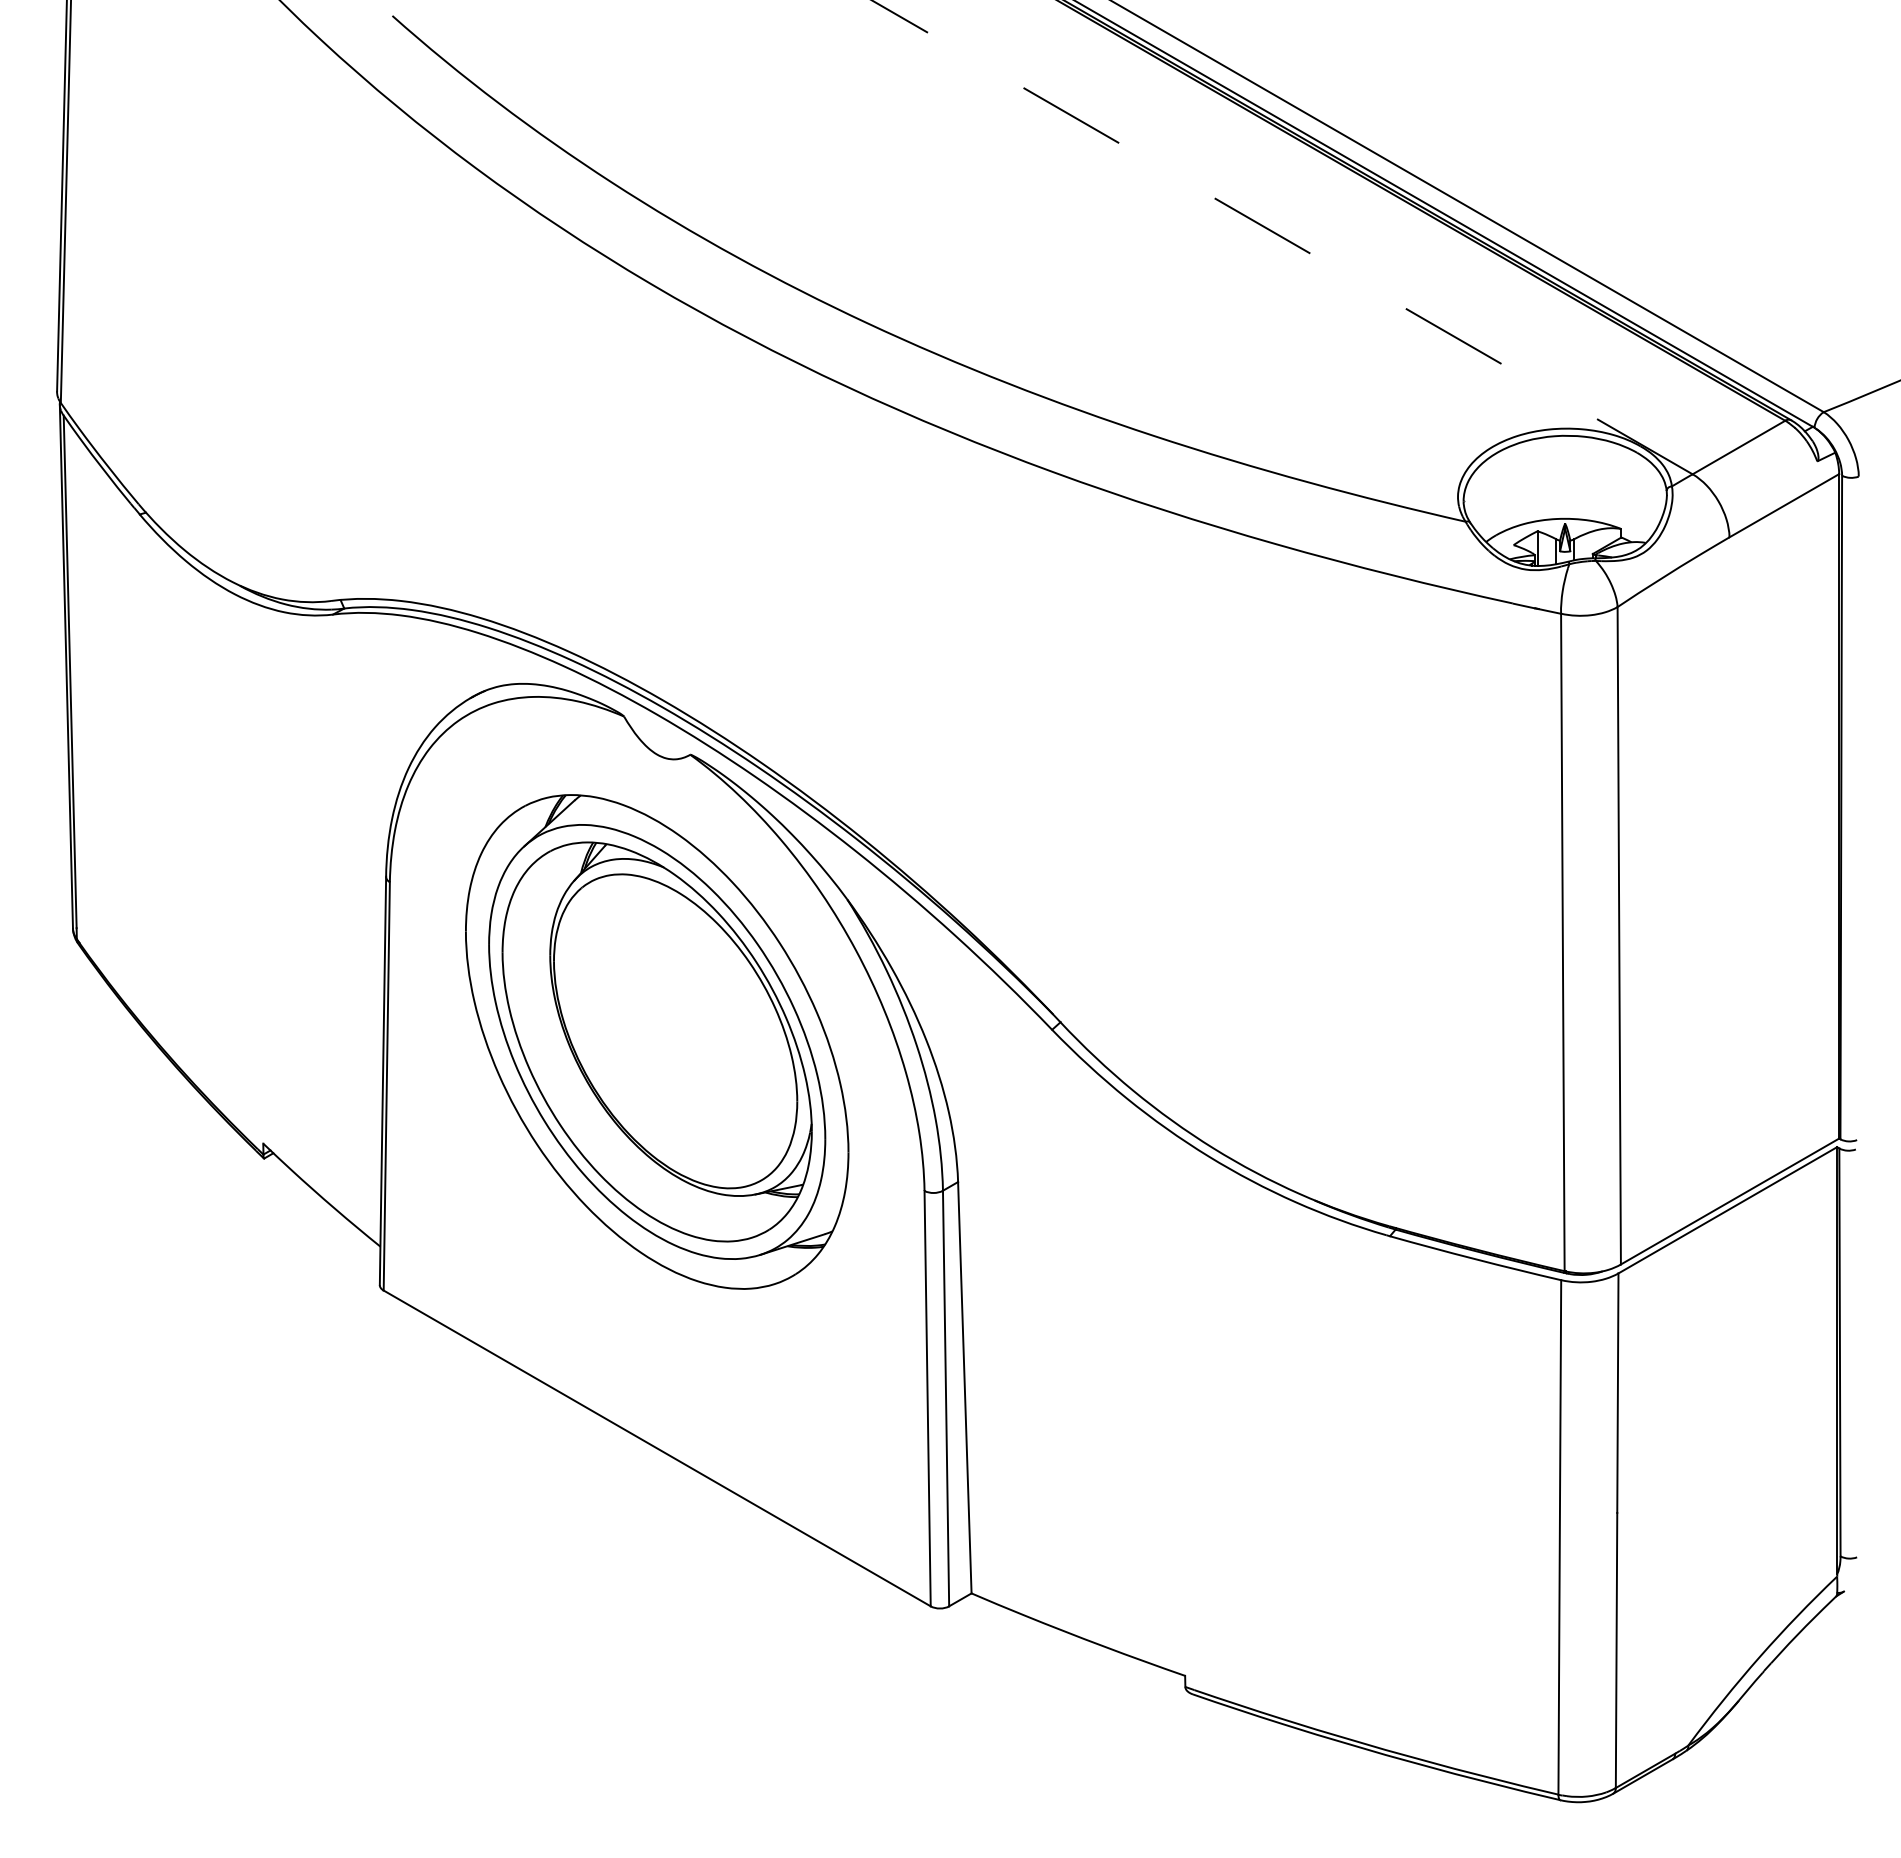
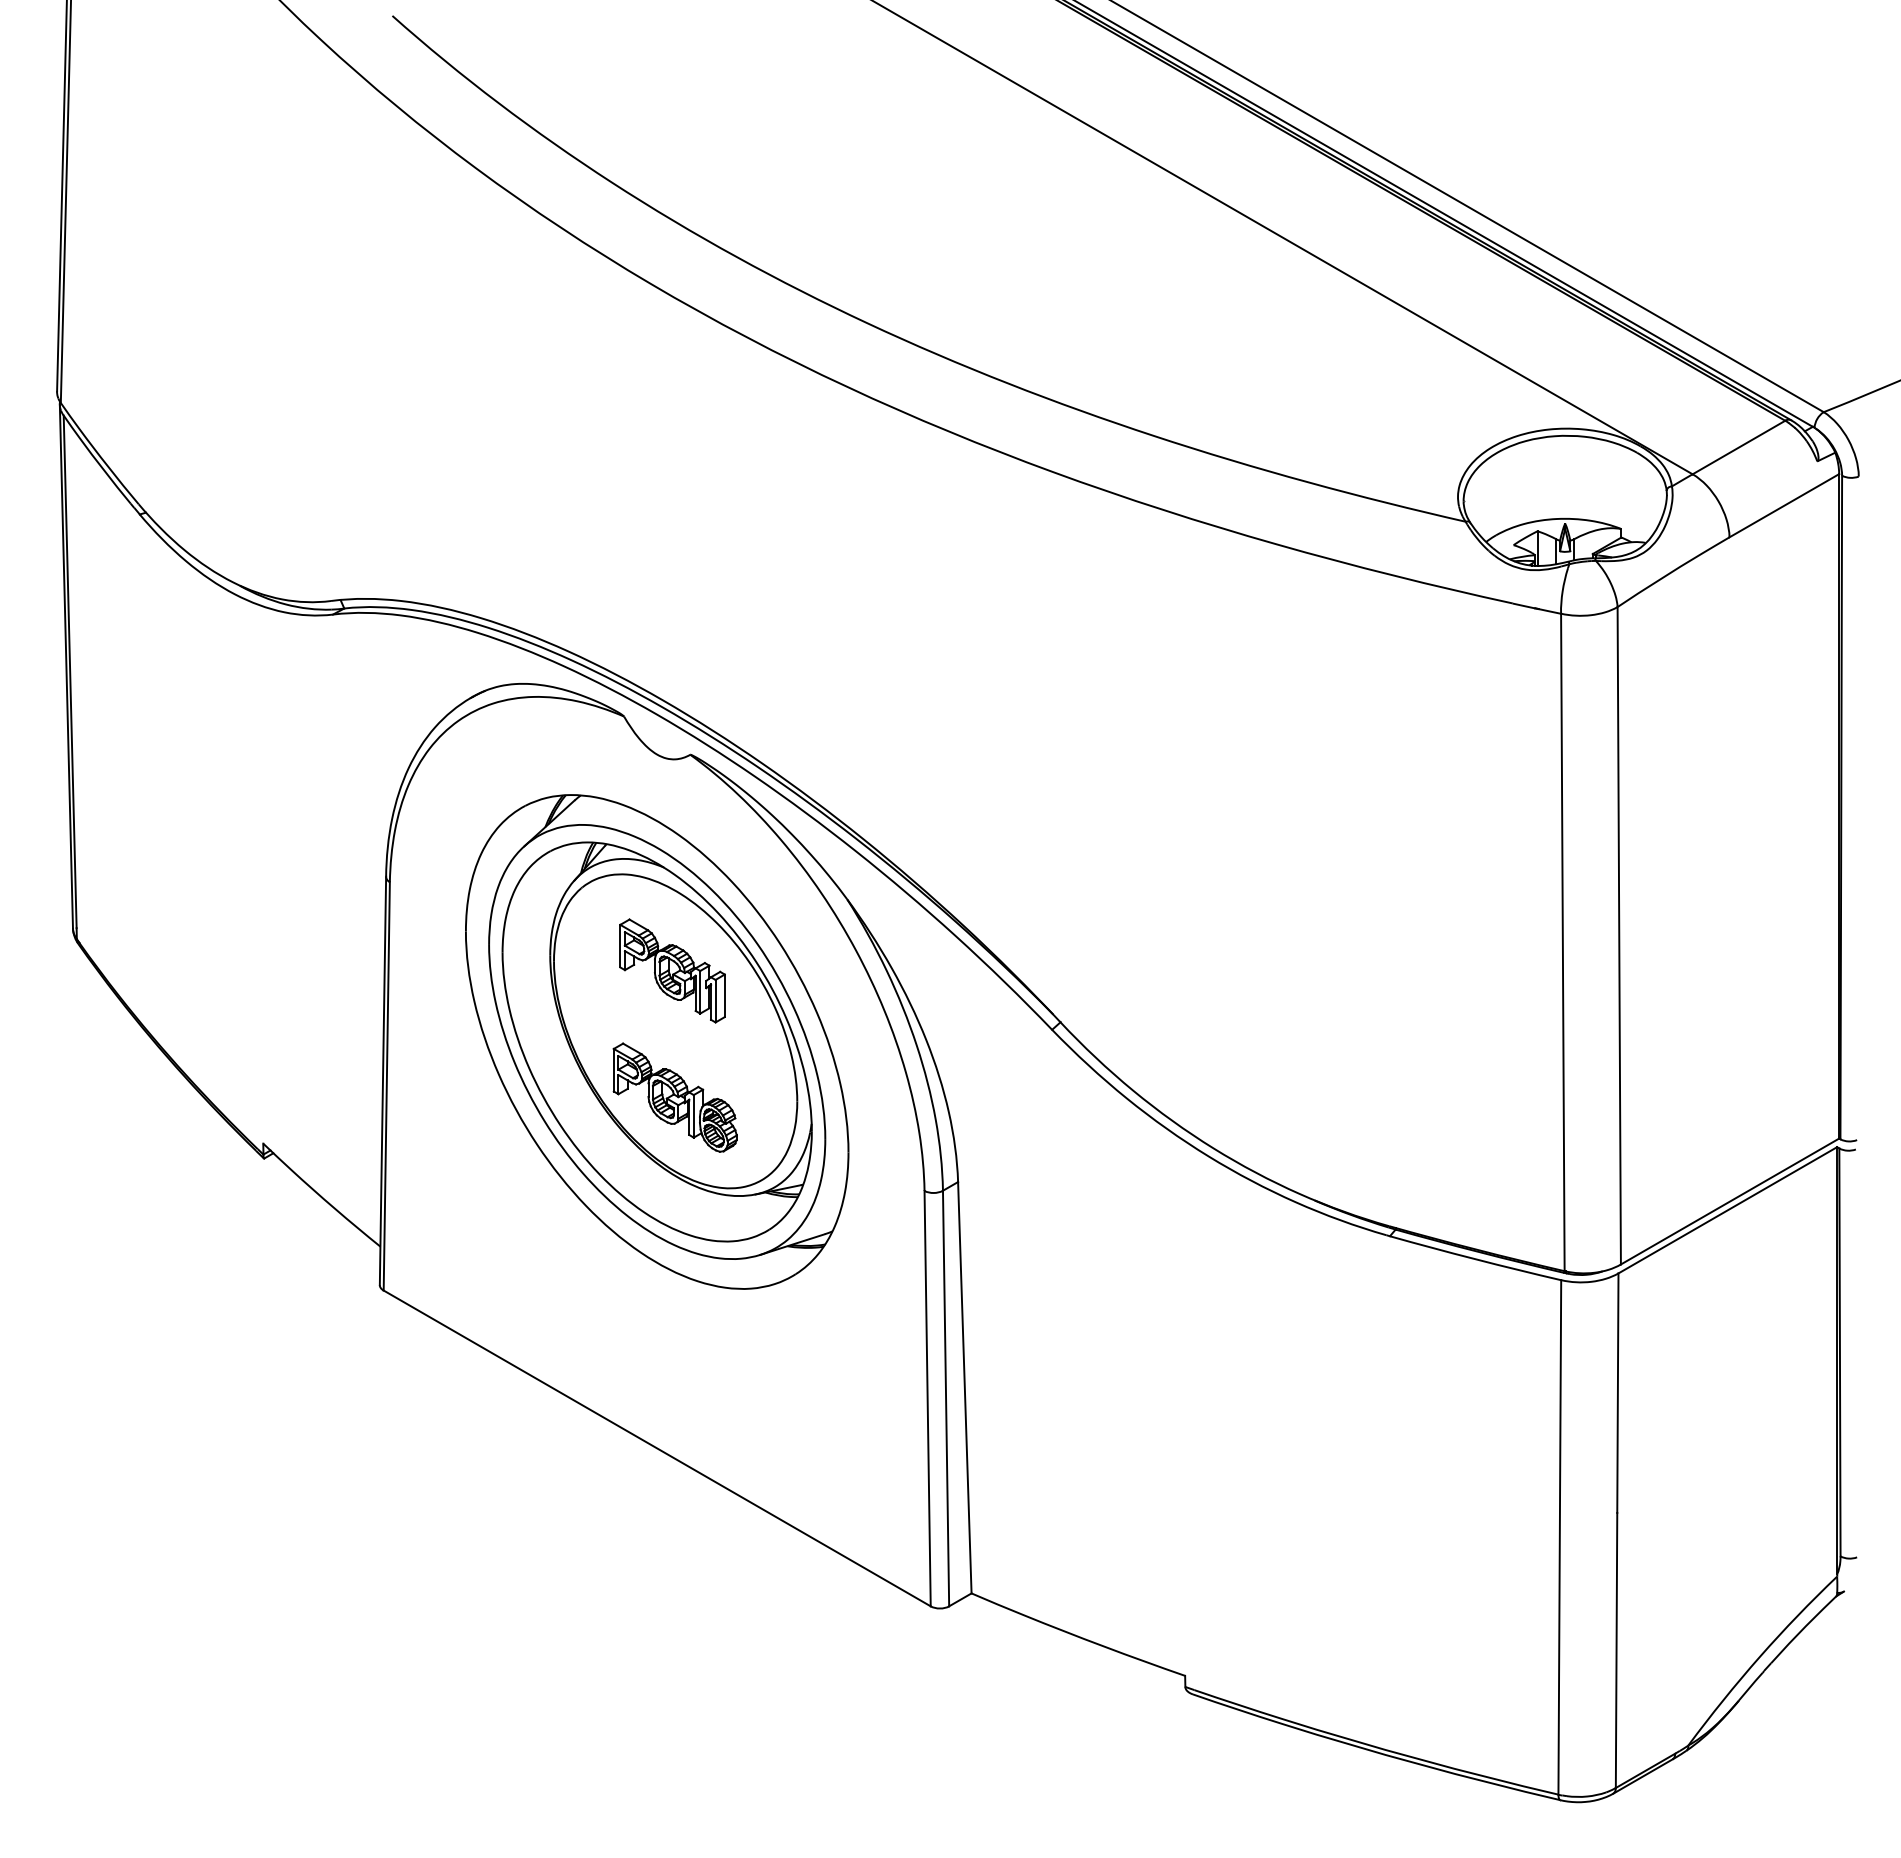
line at (1282, 237): dashed -> solid
part at (672, 970): none -> present
part at (674, 1097): none -> present
